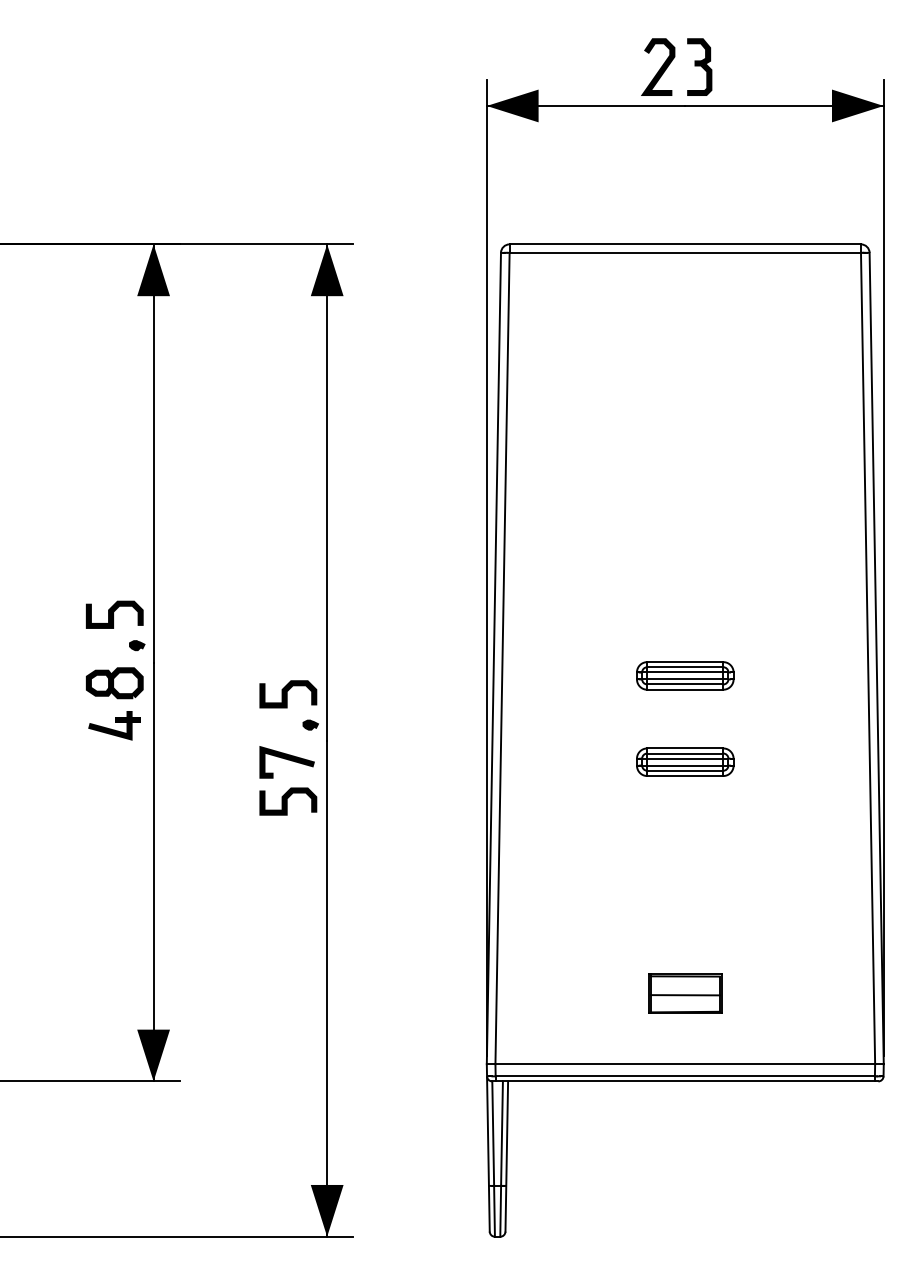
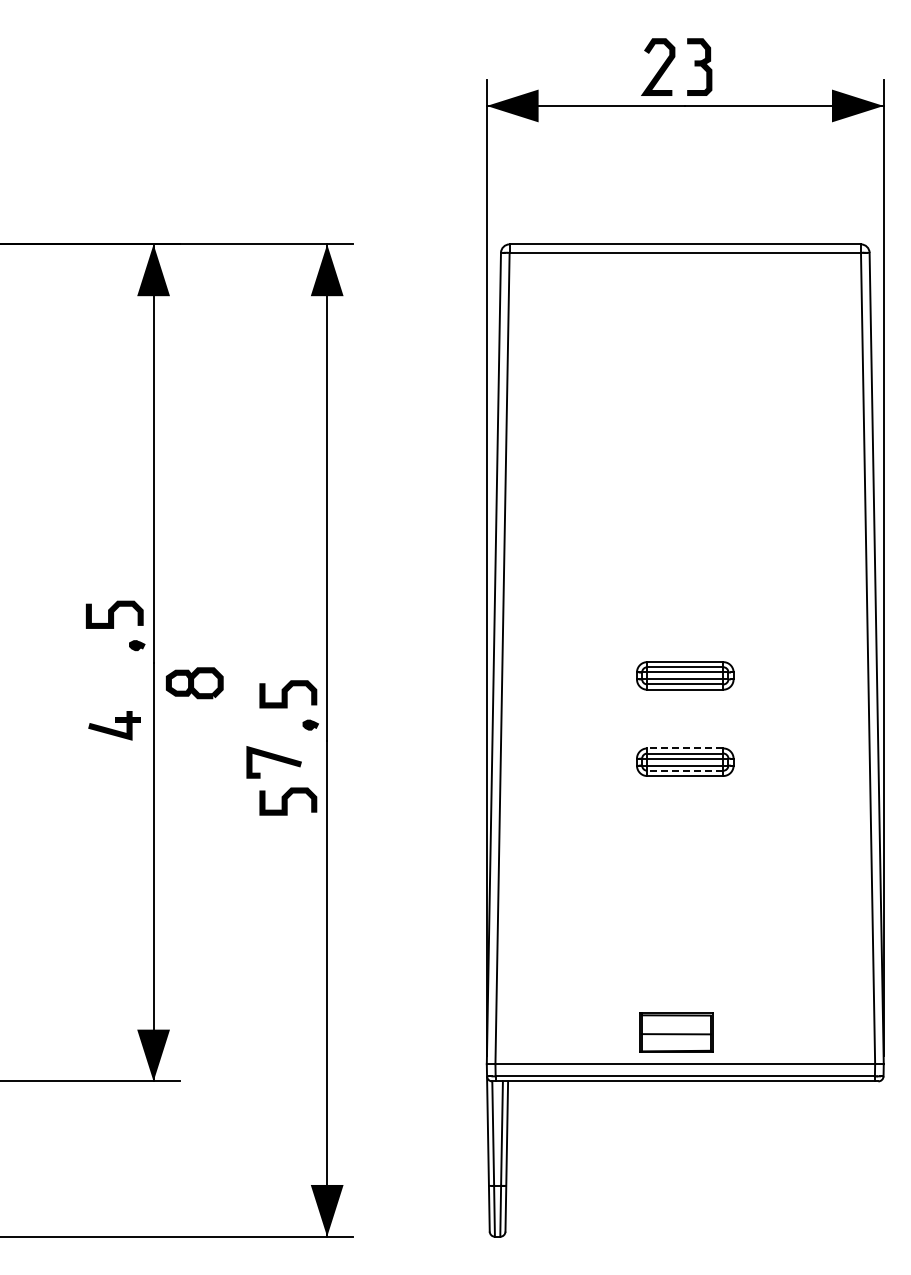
part at (114, 683) position: (114, 683) -> (194, 683)
line at (685, 748): solid -> dashed
line at (288, 760) position: (288, 760) -> (275, 760)
line at (685, 770): solid -> dashed
part at (685, 993) position: (685, 993) -> (676, 1032)
